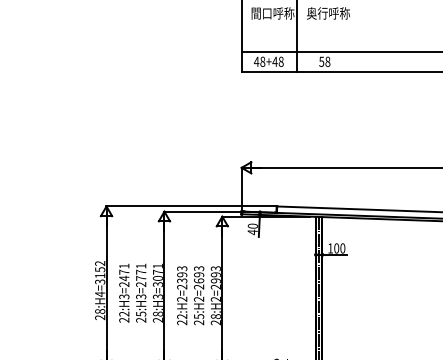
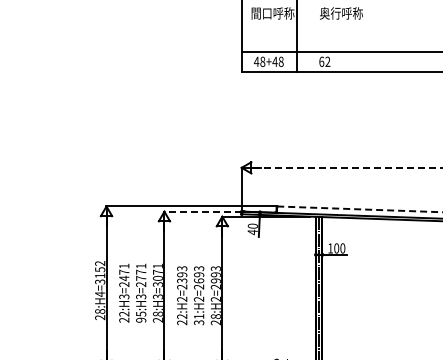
text at (328, 13) position: (328, 13) -> (341, 13)
text at (324, 61): 58 -> 62
line at (347, 167): solid -> dashed
line at (360, 209): solid -> dashed
line at (203, 211): solid -> dashed
text at (141, 319): 25:H3=2771 -> 95:H3=2771
text at (199, 319): 25:H2=2693 -> 31:H2=2693
